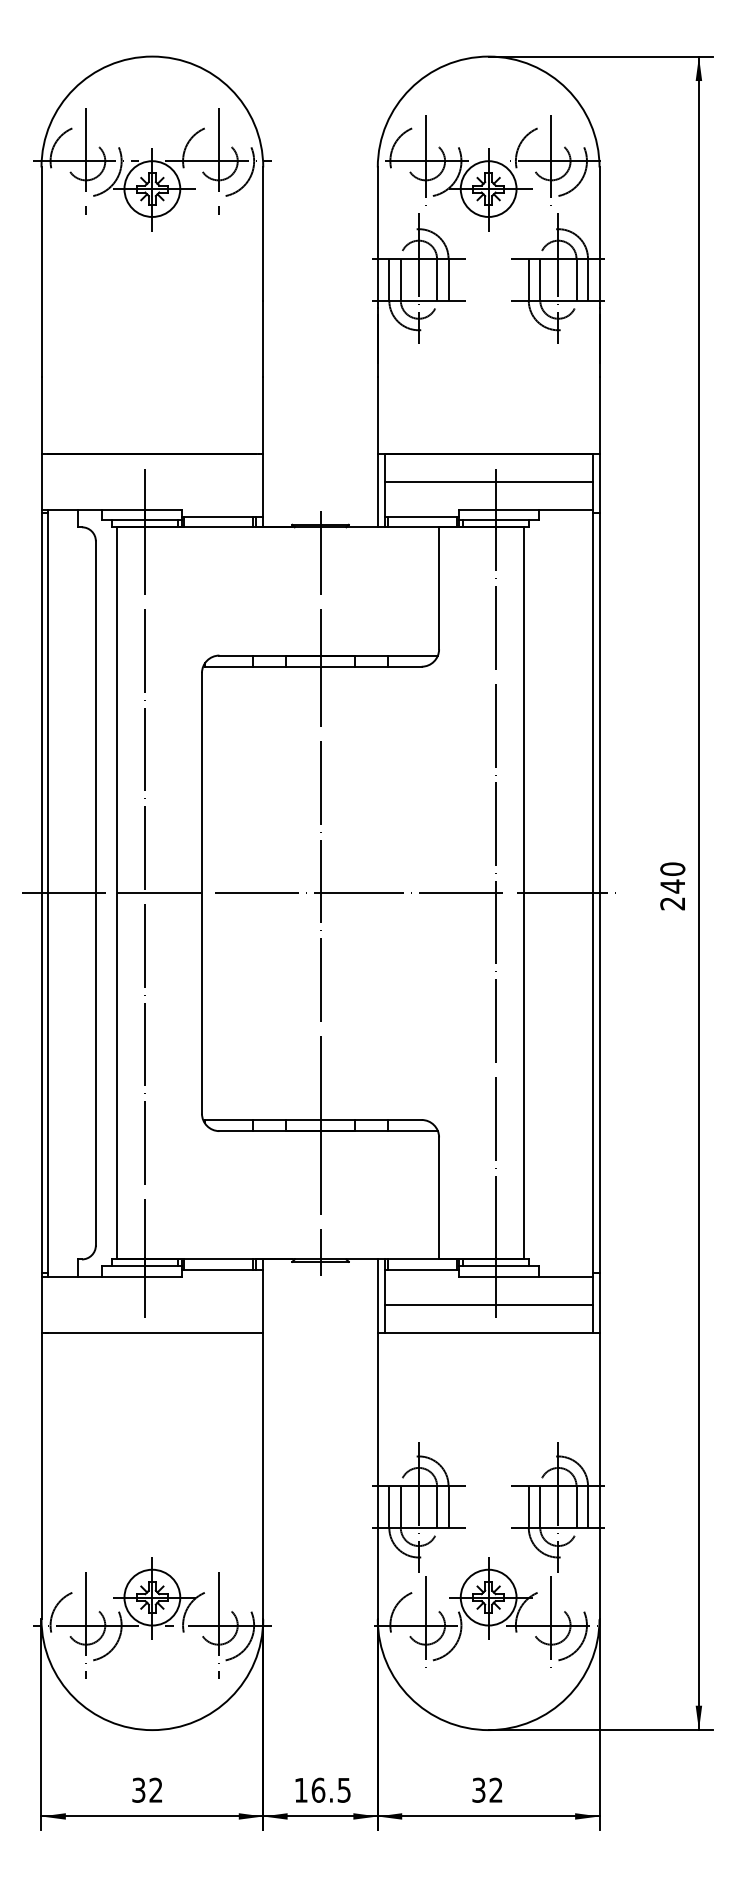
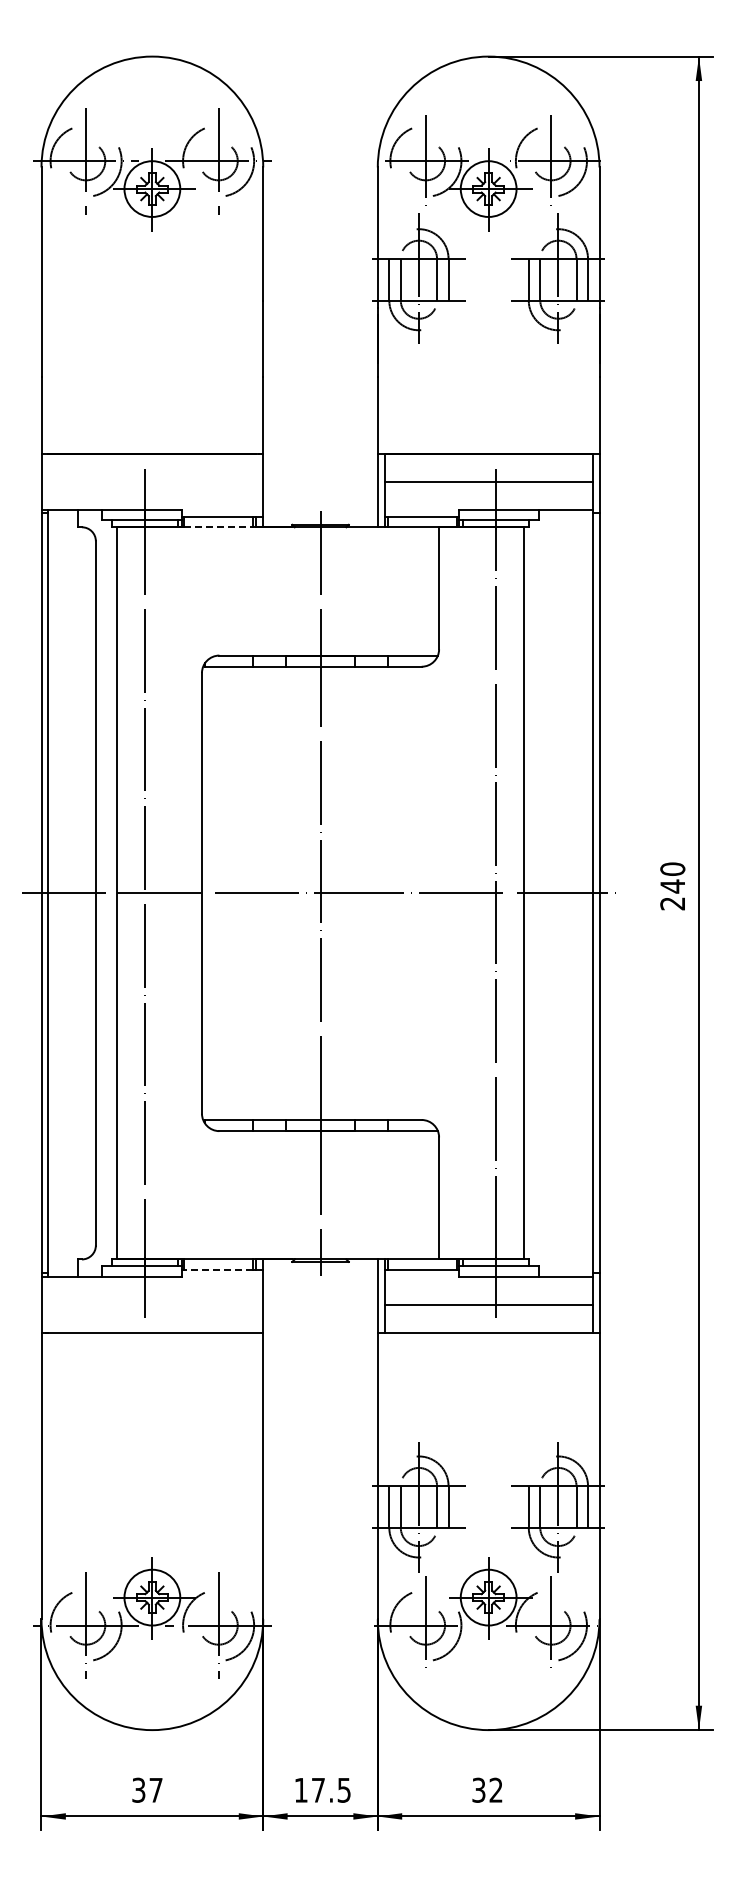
line at (218, 527): solid -> dashed
line at (218, 1269): solid -> dashed
text at (155, 1789): 32 -> 37
text at (318, 1789): 16.5 -> 17.5
